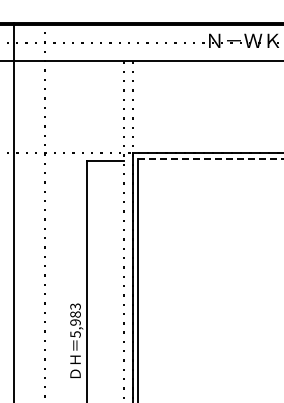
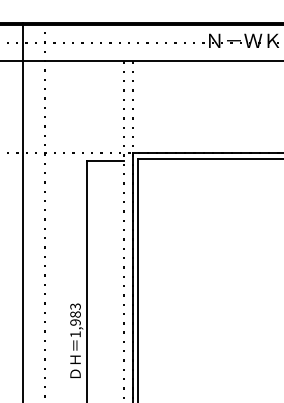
line at (211, 158): dashed -> solid
line at (13, 210) position: (13, 210) -> (22, 210)
text at (75, 334): 5,983 -> 1,983
